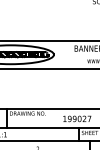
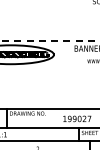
line at (49, 40): solid -> dashed
line at (49, 69): present -> none
